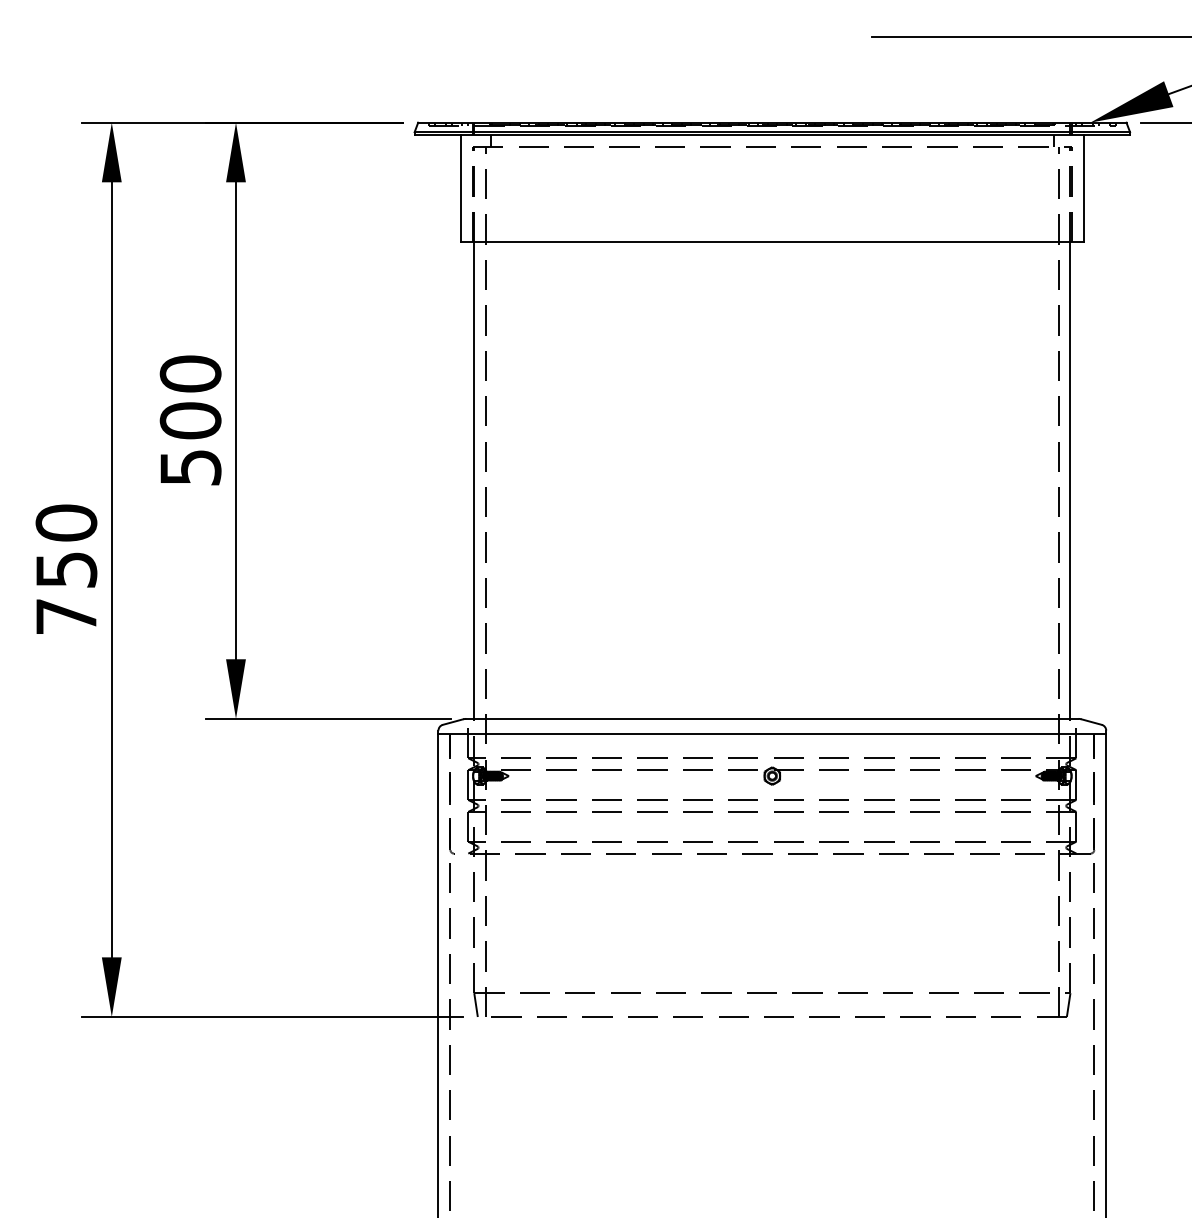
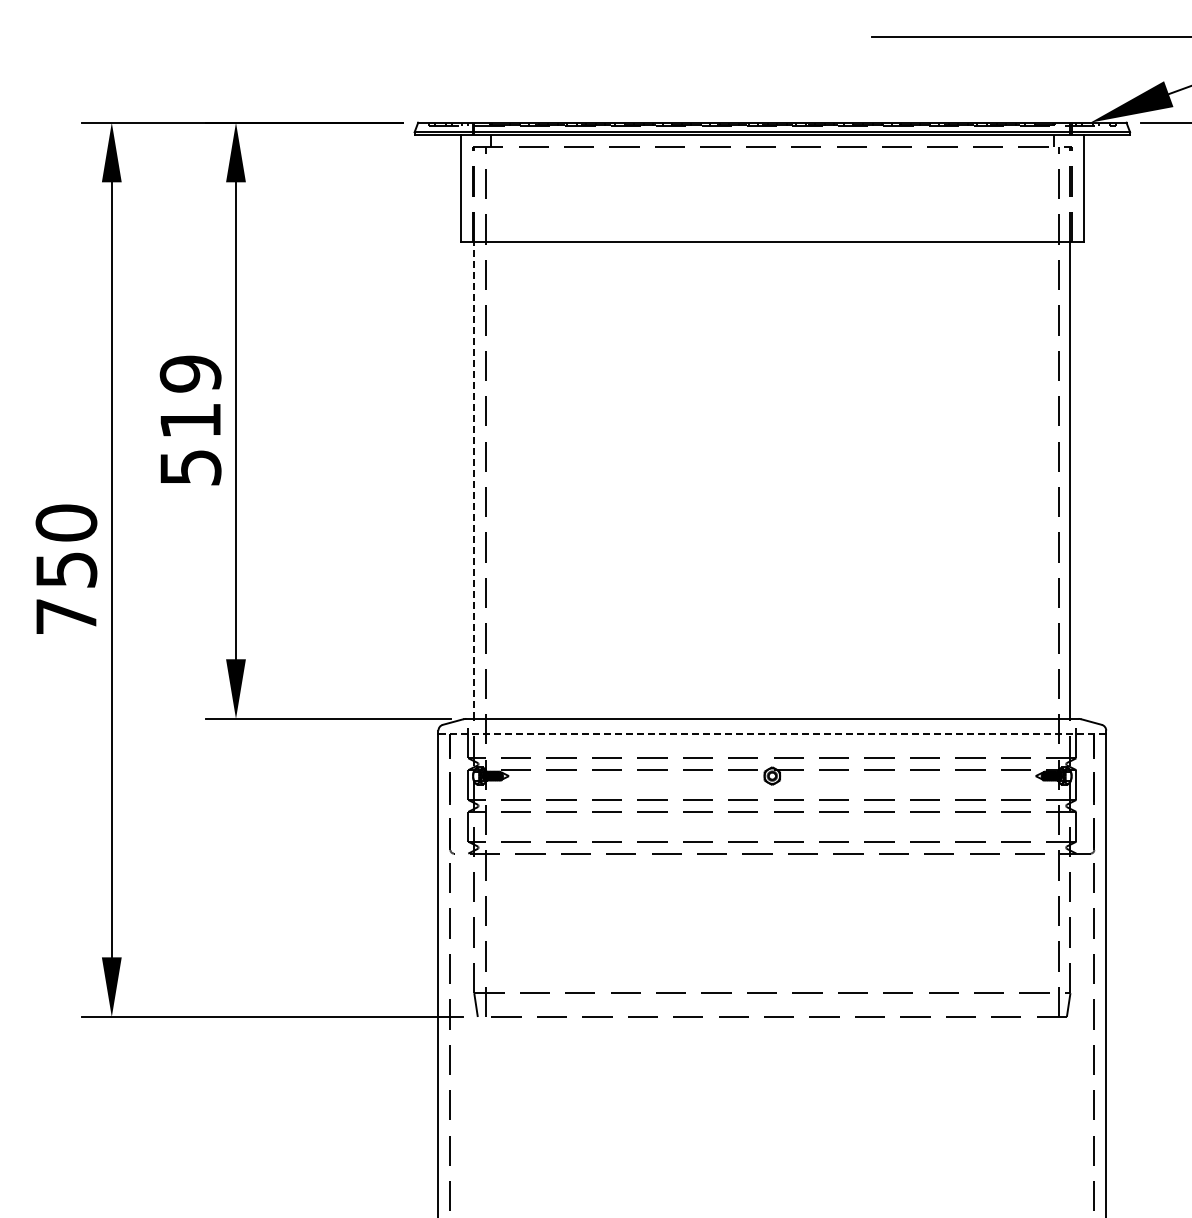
text at (190, 397): 500 -> 519
line at (474, 479): solid -> dashed
line at (772, 734): solid -> dashed
